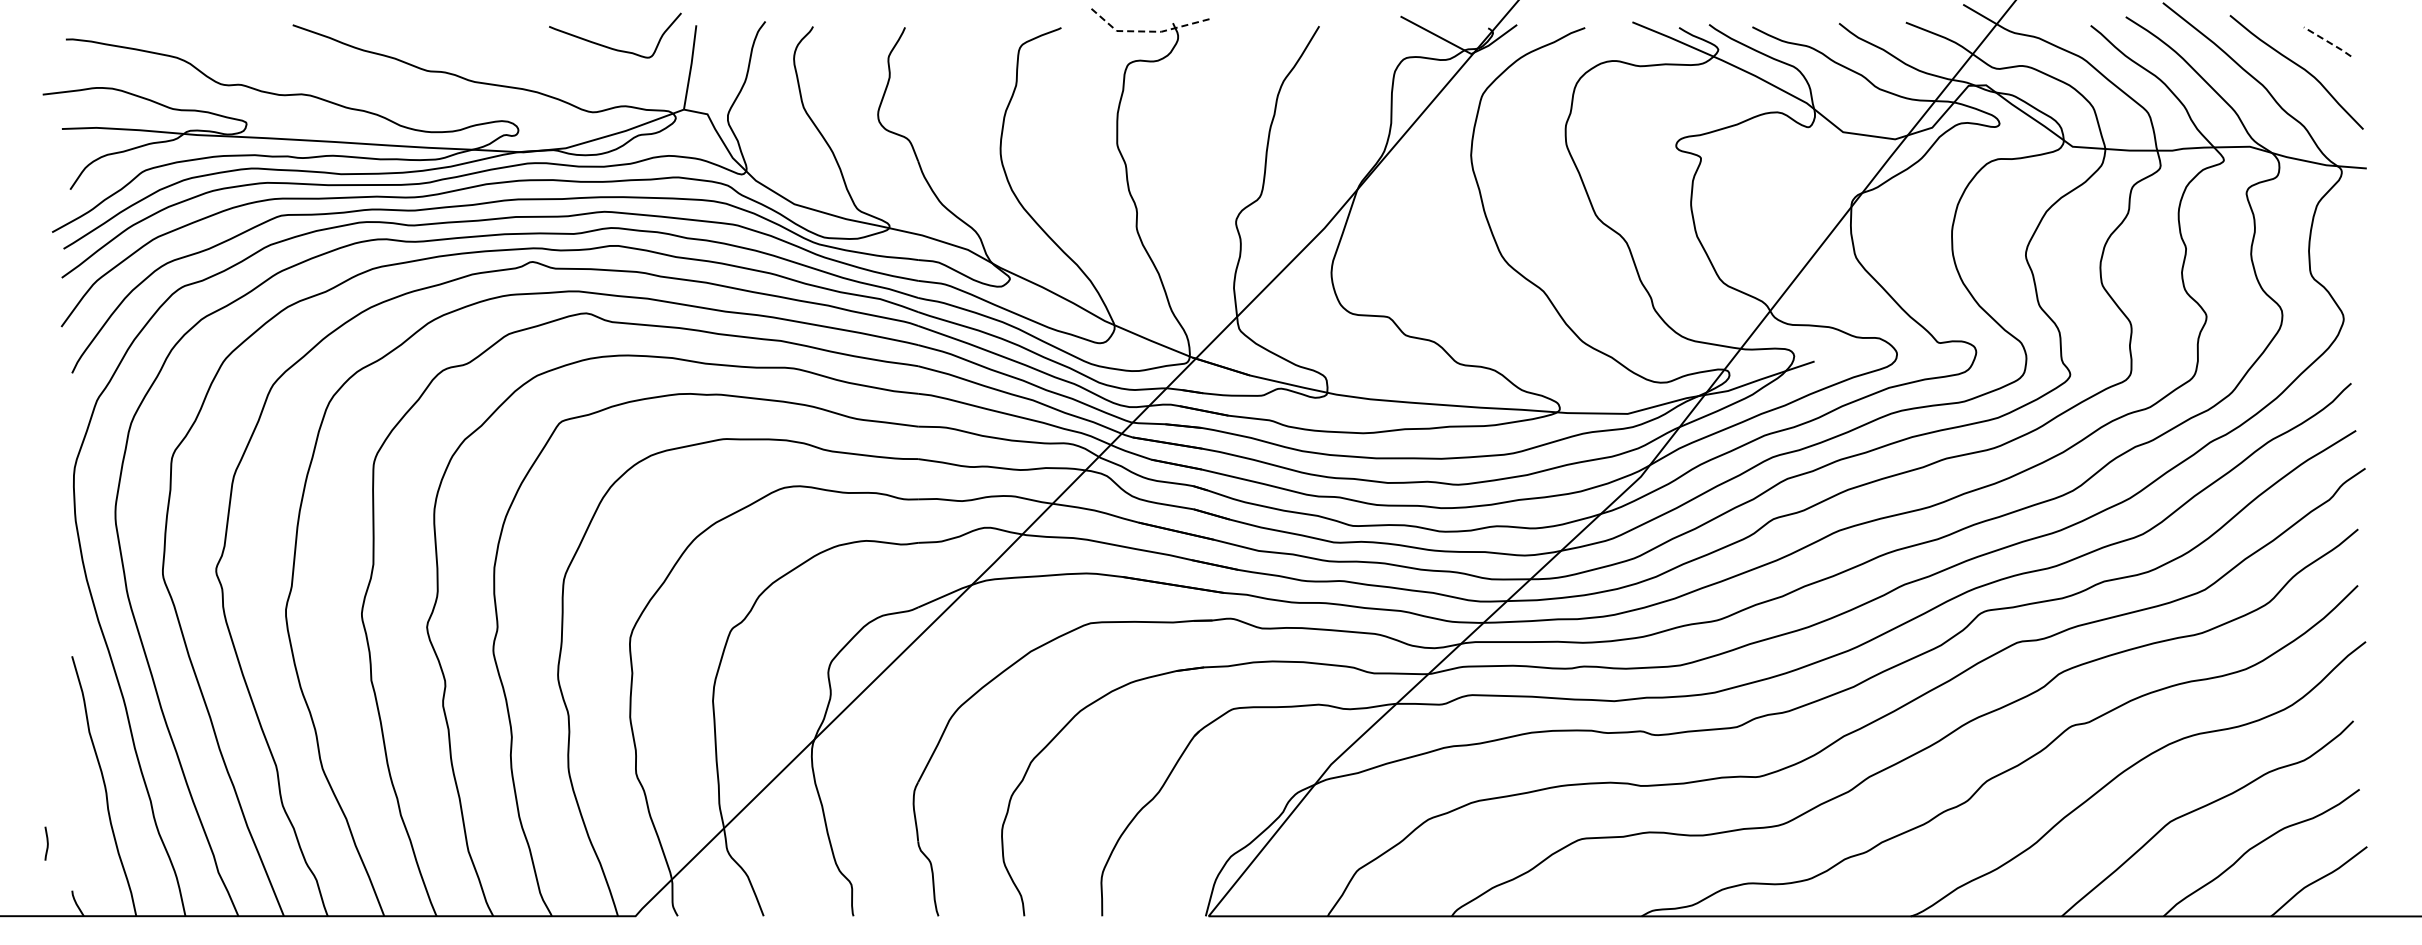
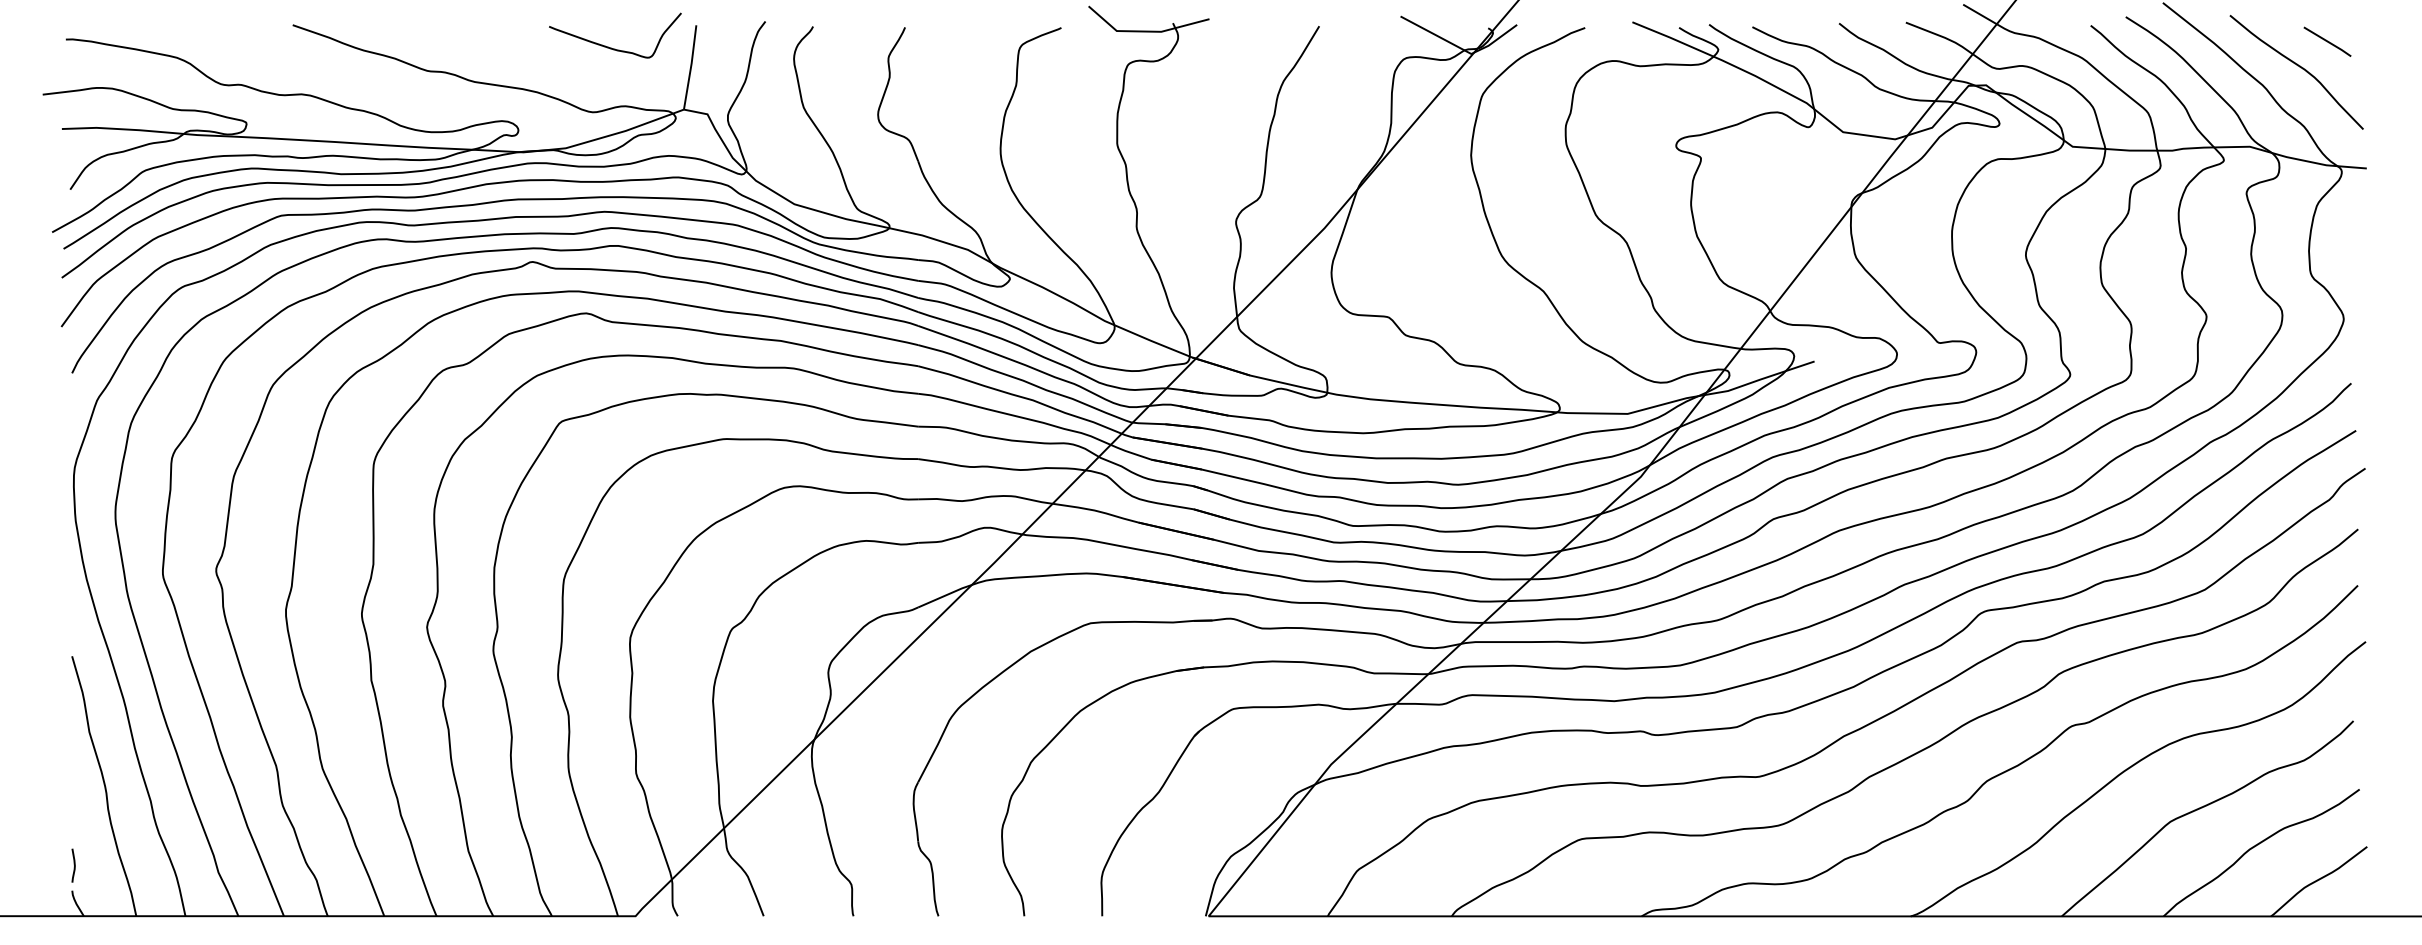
line at (1144, 31): dashed -> solid
line at (2328, 41): dashed -> solid
curve at (46, 842) position: (46, 842) -> (73, 864)
